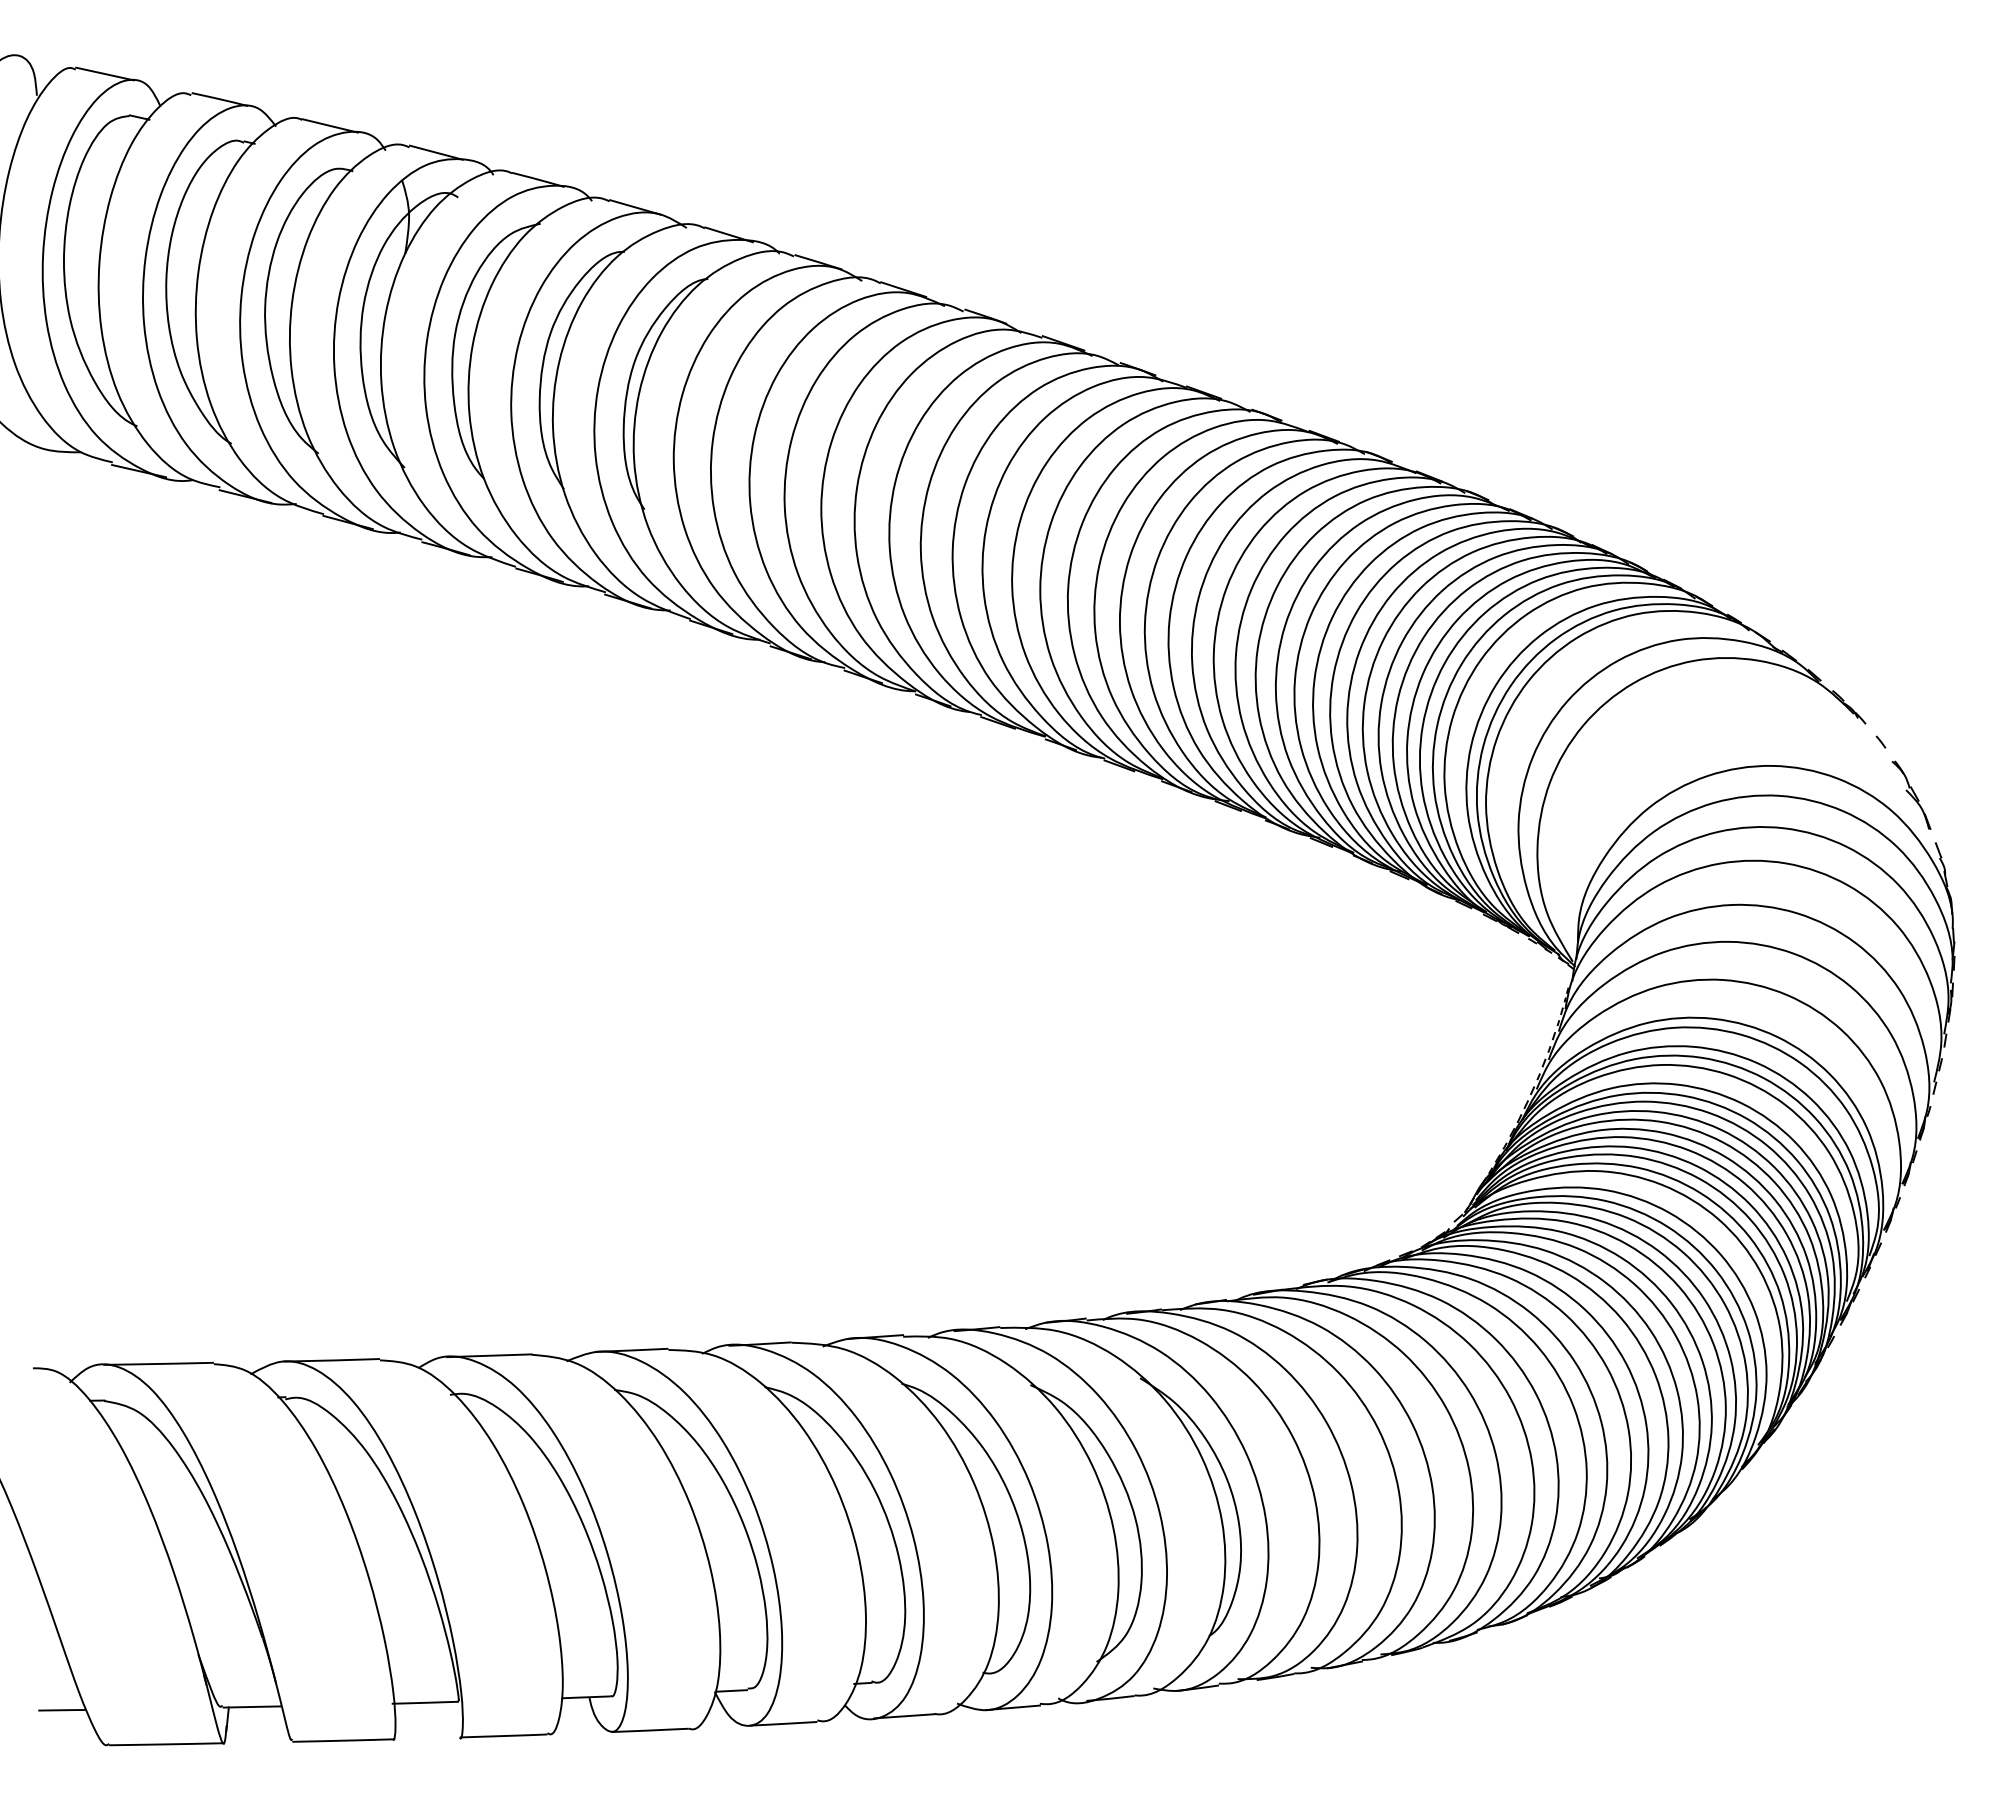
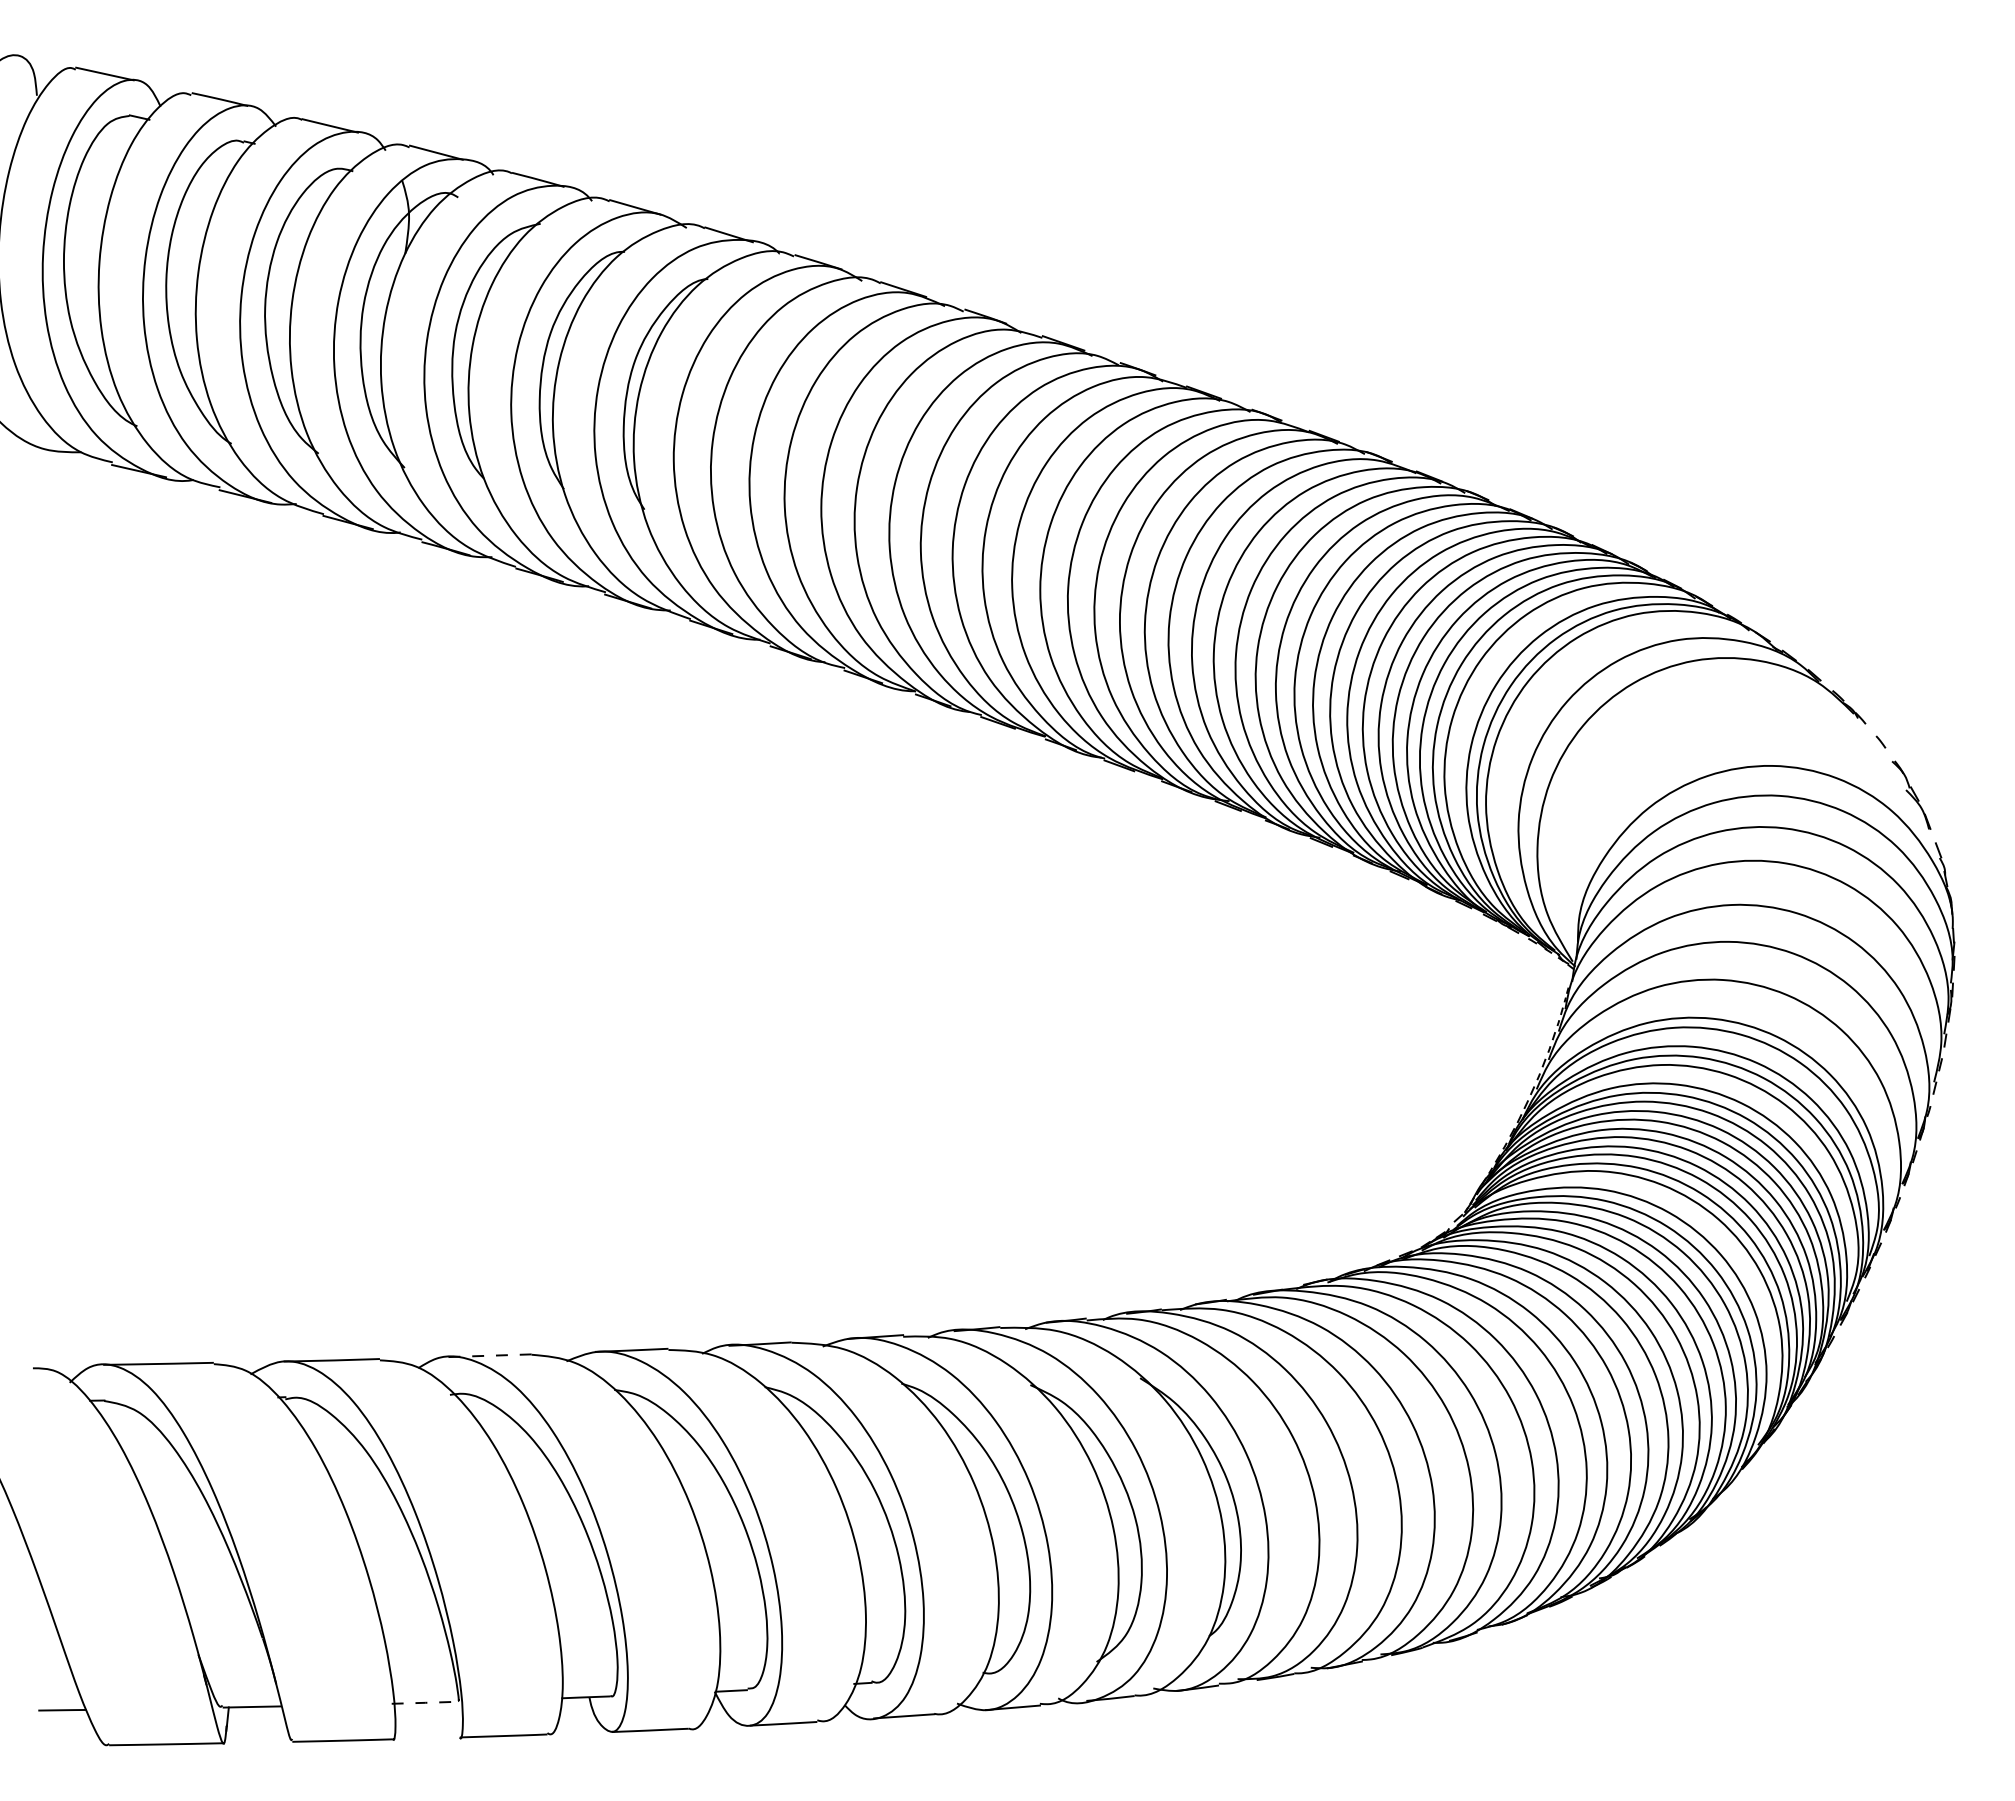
line at (488, 1355): solid -> dashed
line at (425, 1702): solid -> dashed
